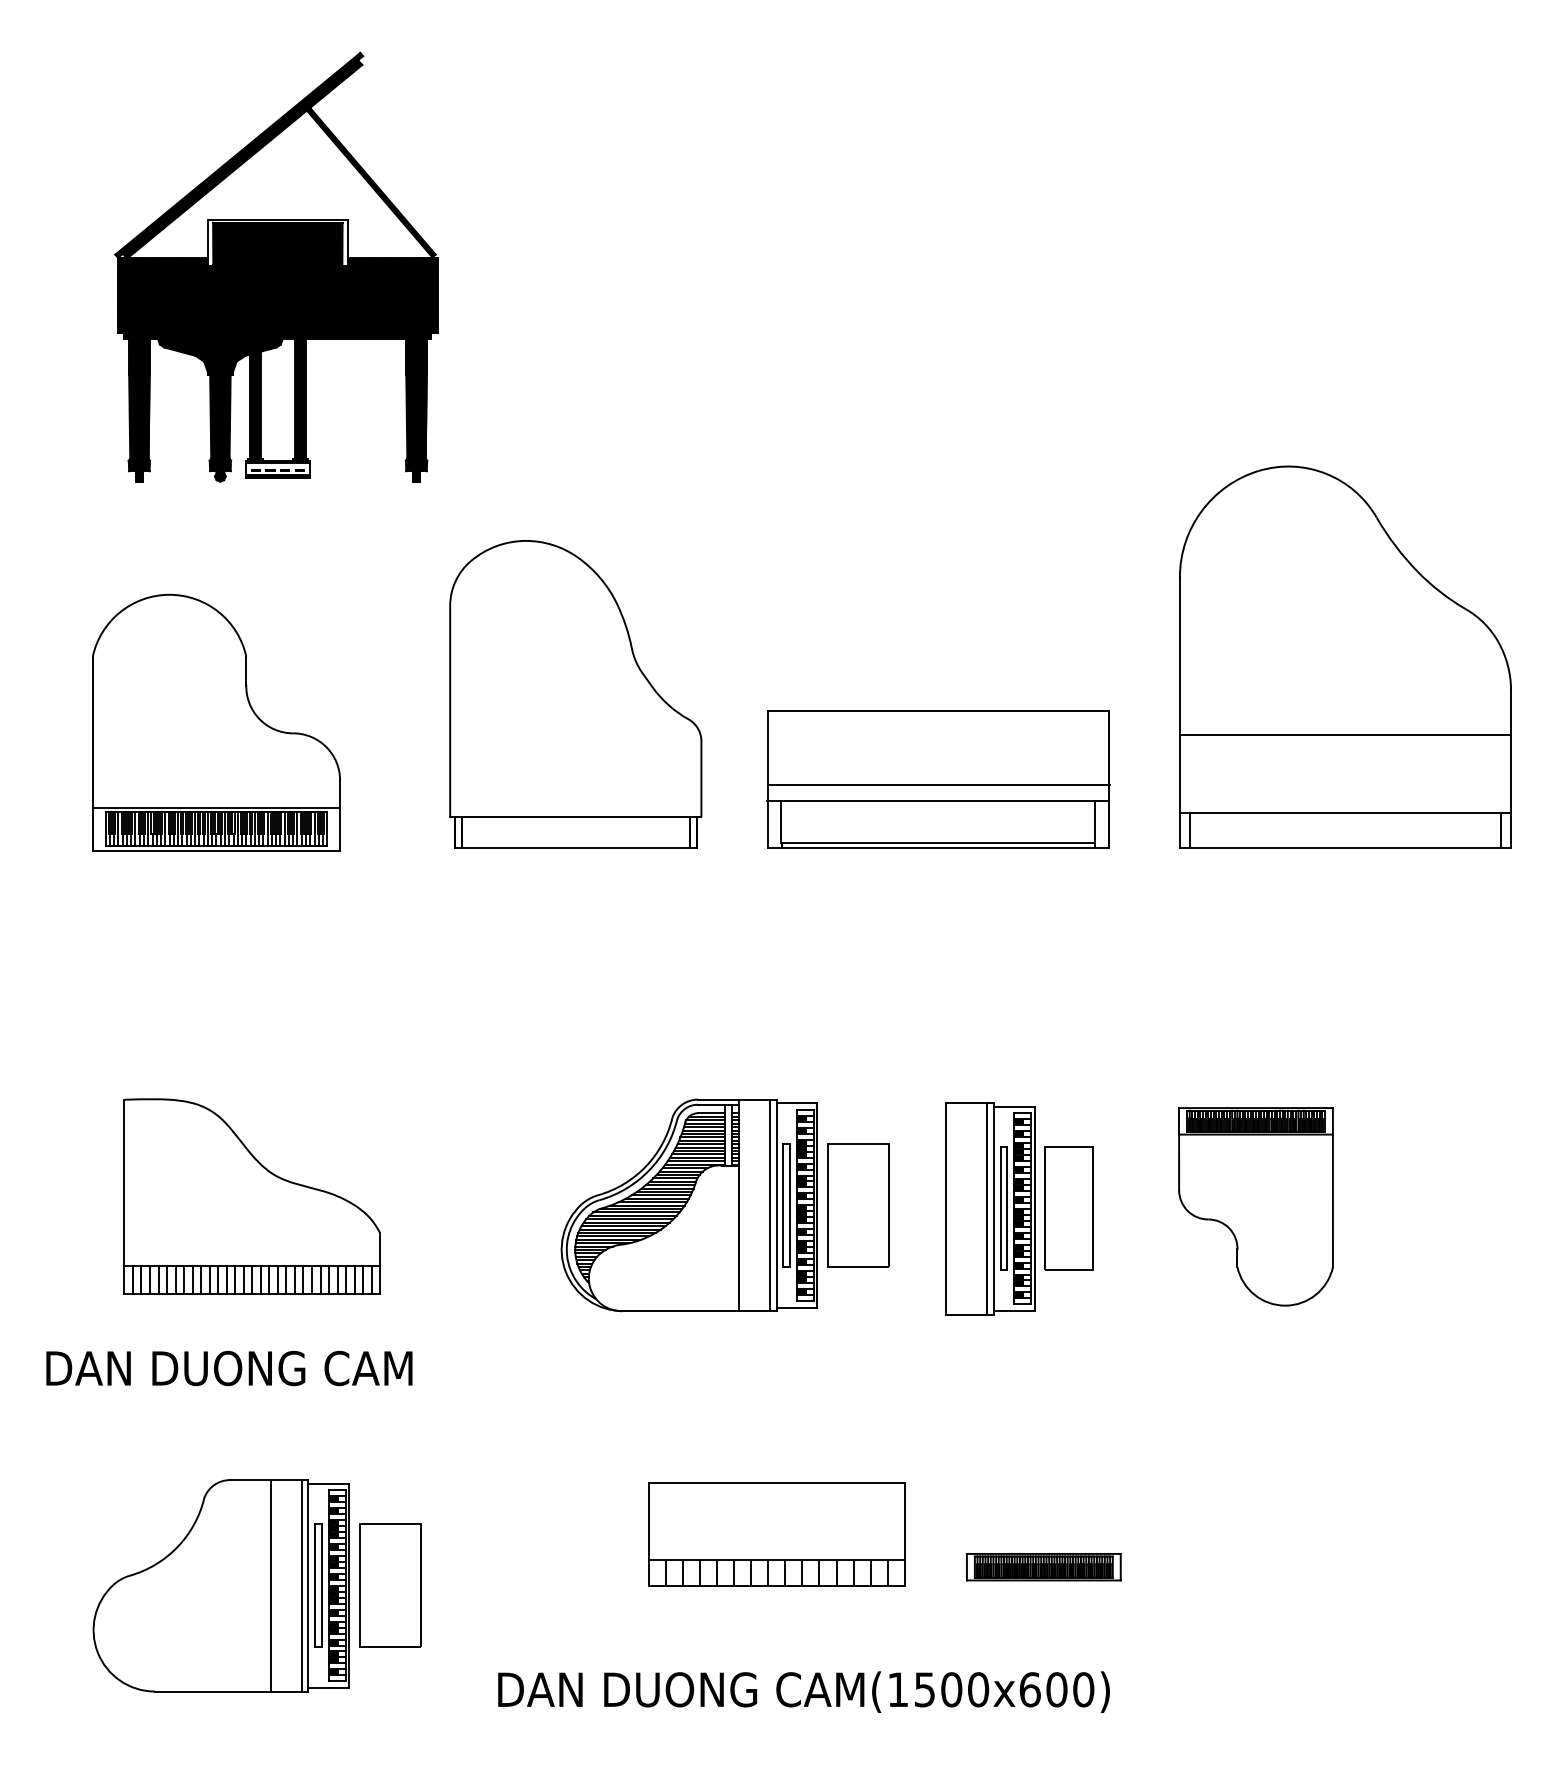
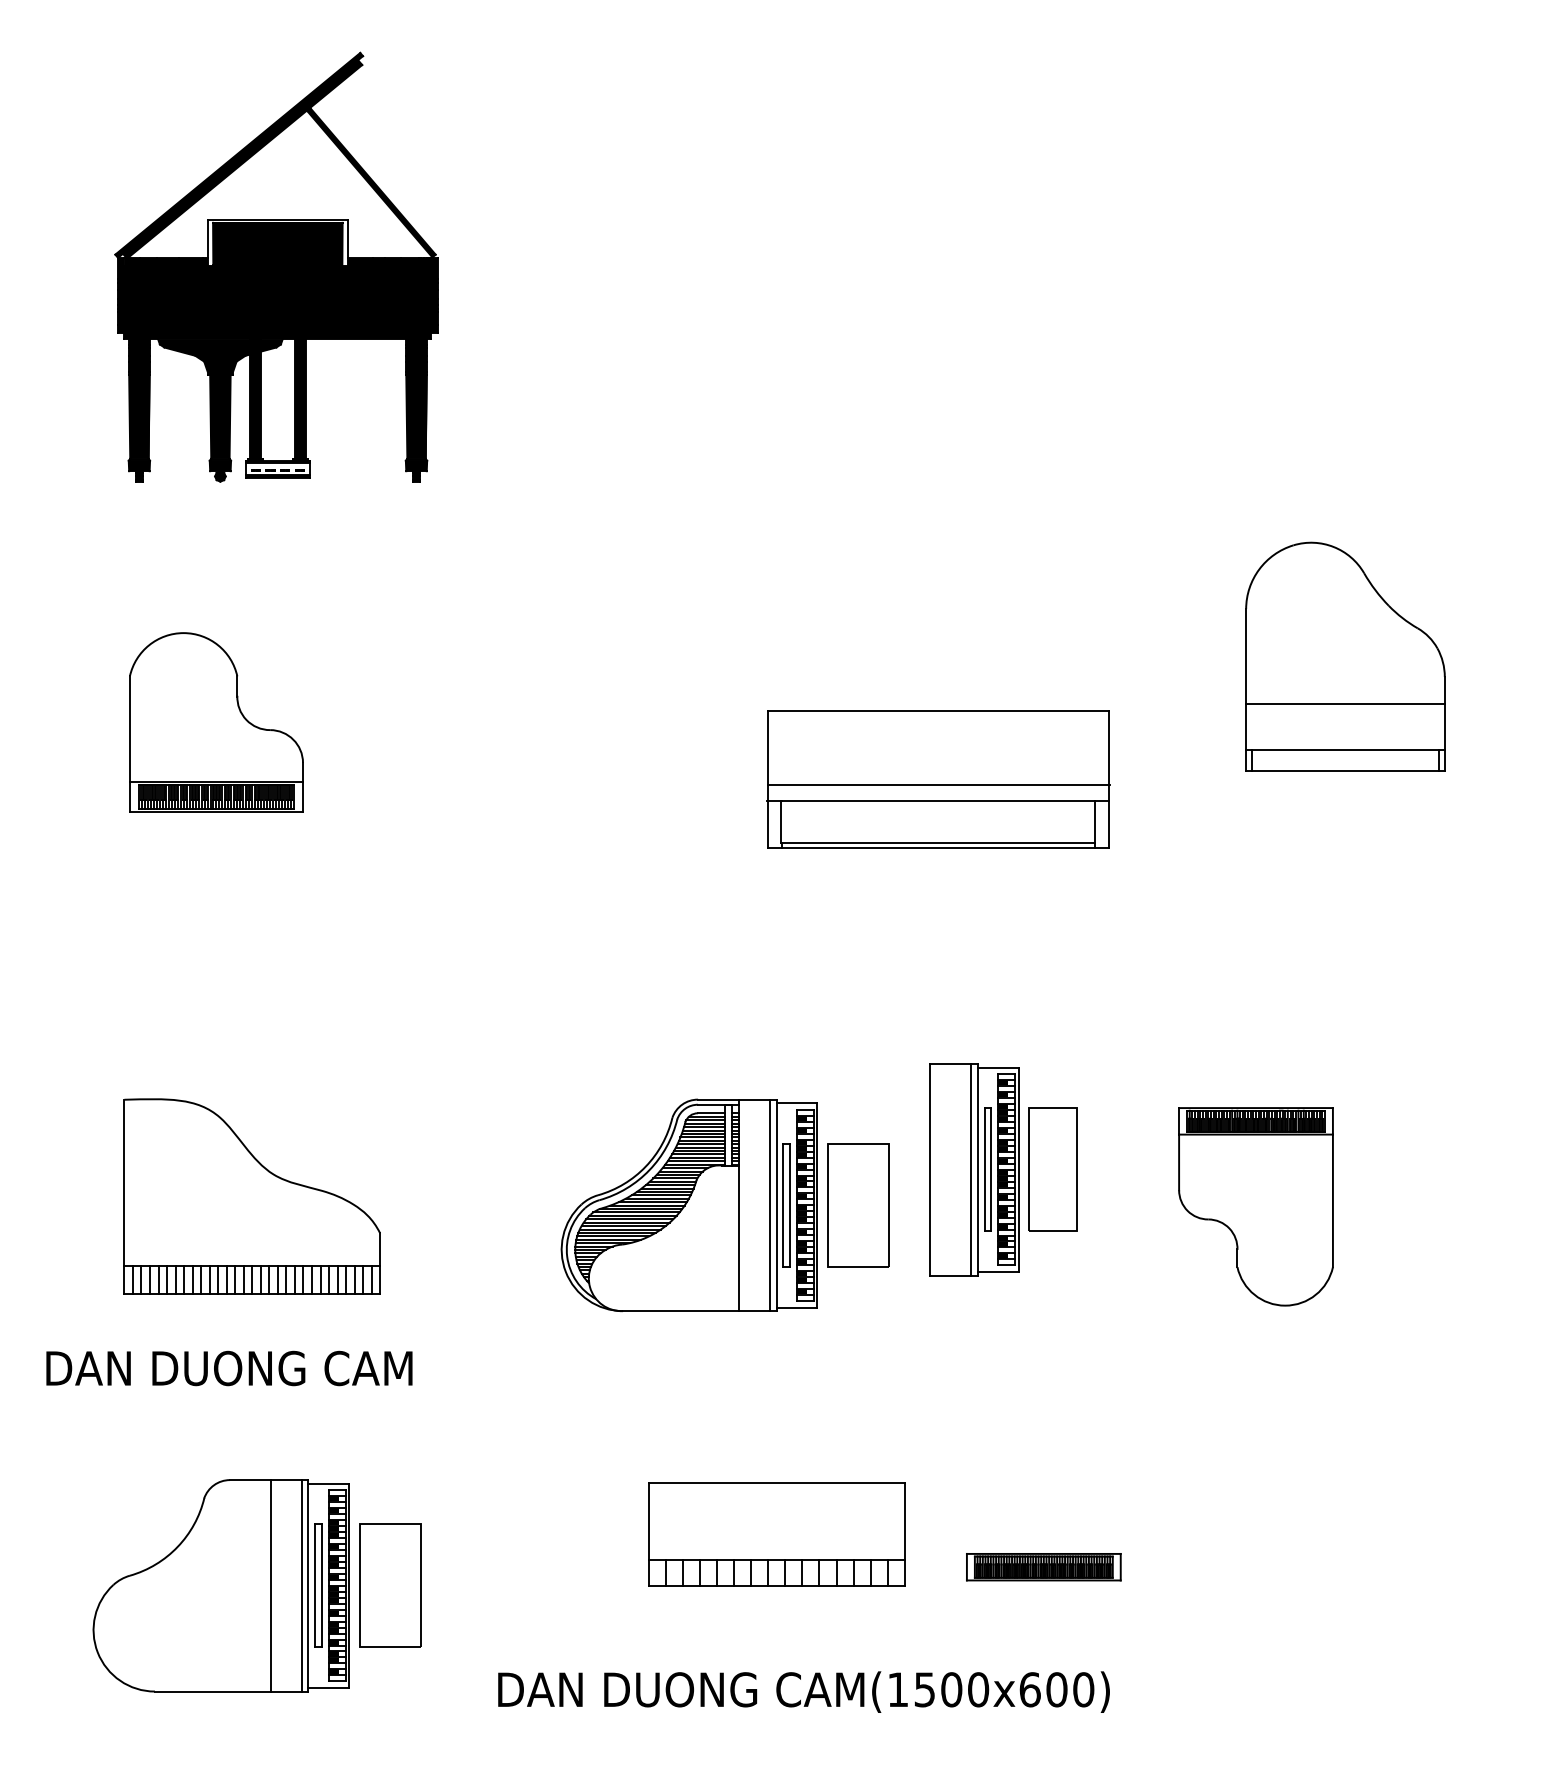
part at (1345, 656) size: 333x384 px -> 201x231 px
part at (575, 694): present -> none
part at (216, 722) size: 249x259 px -> 175x181 px
part at (1019, 1208) position: (1019, 1208) -> (1003, 1169)
